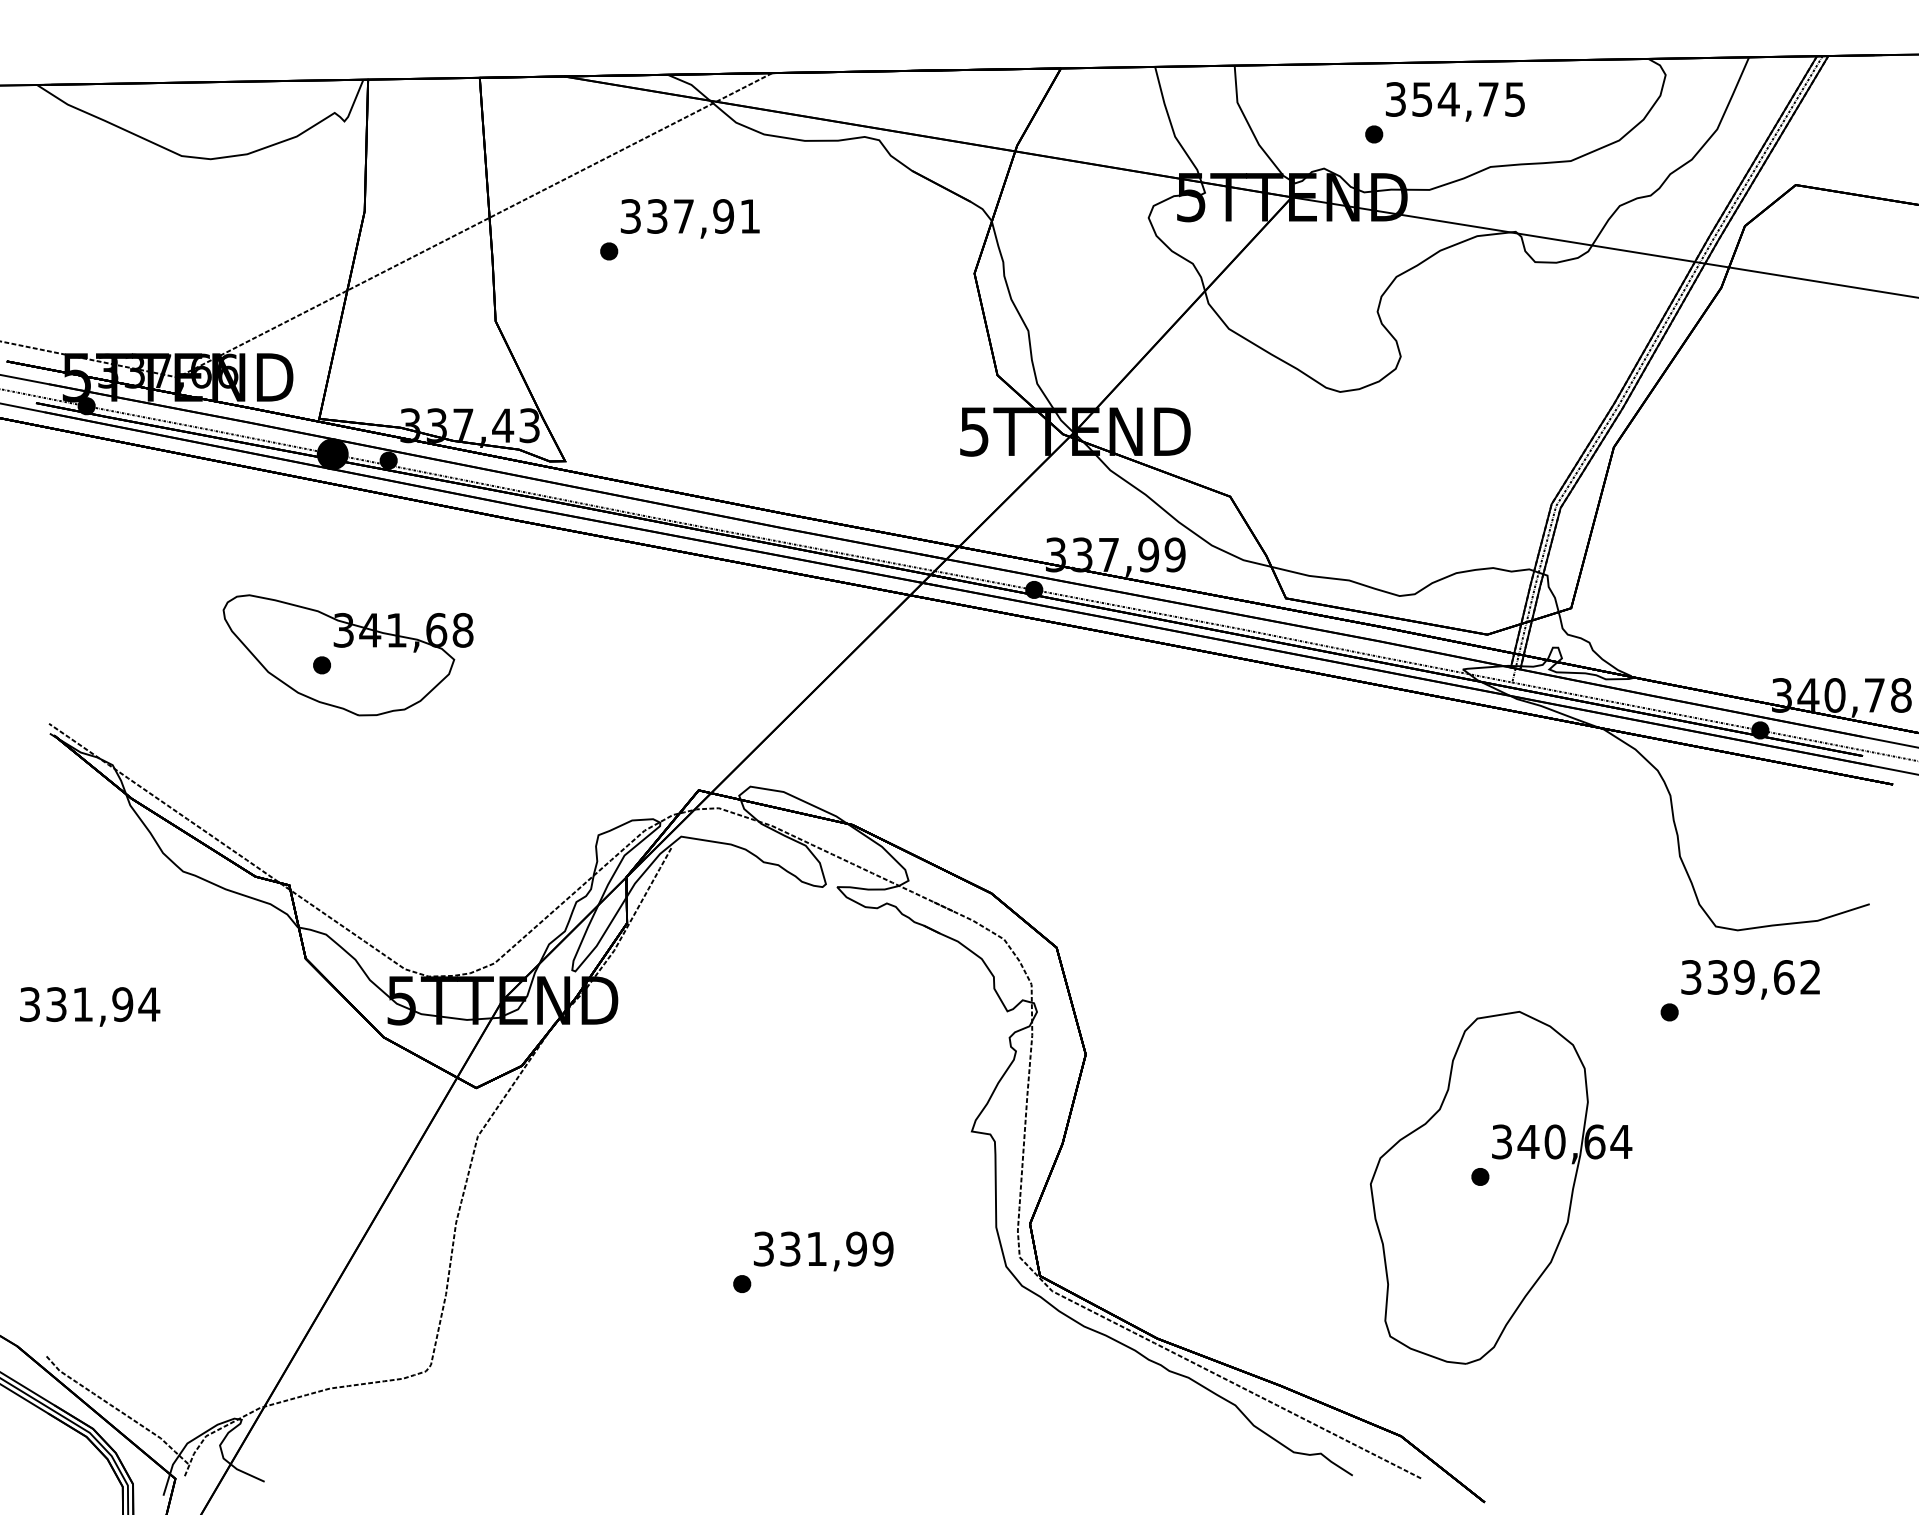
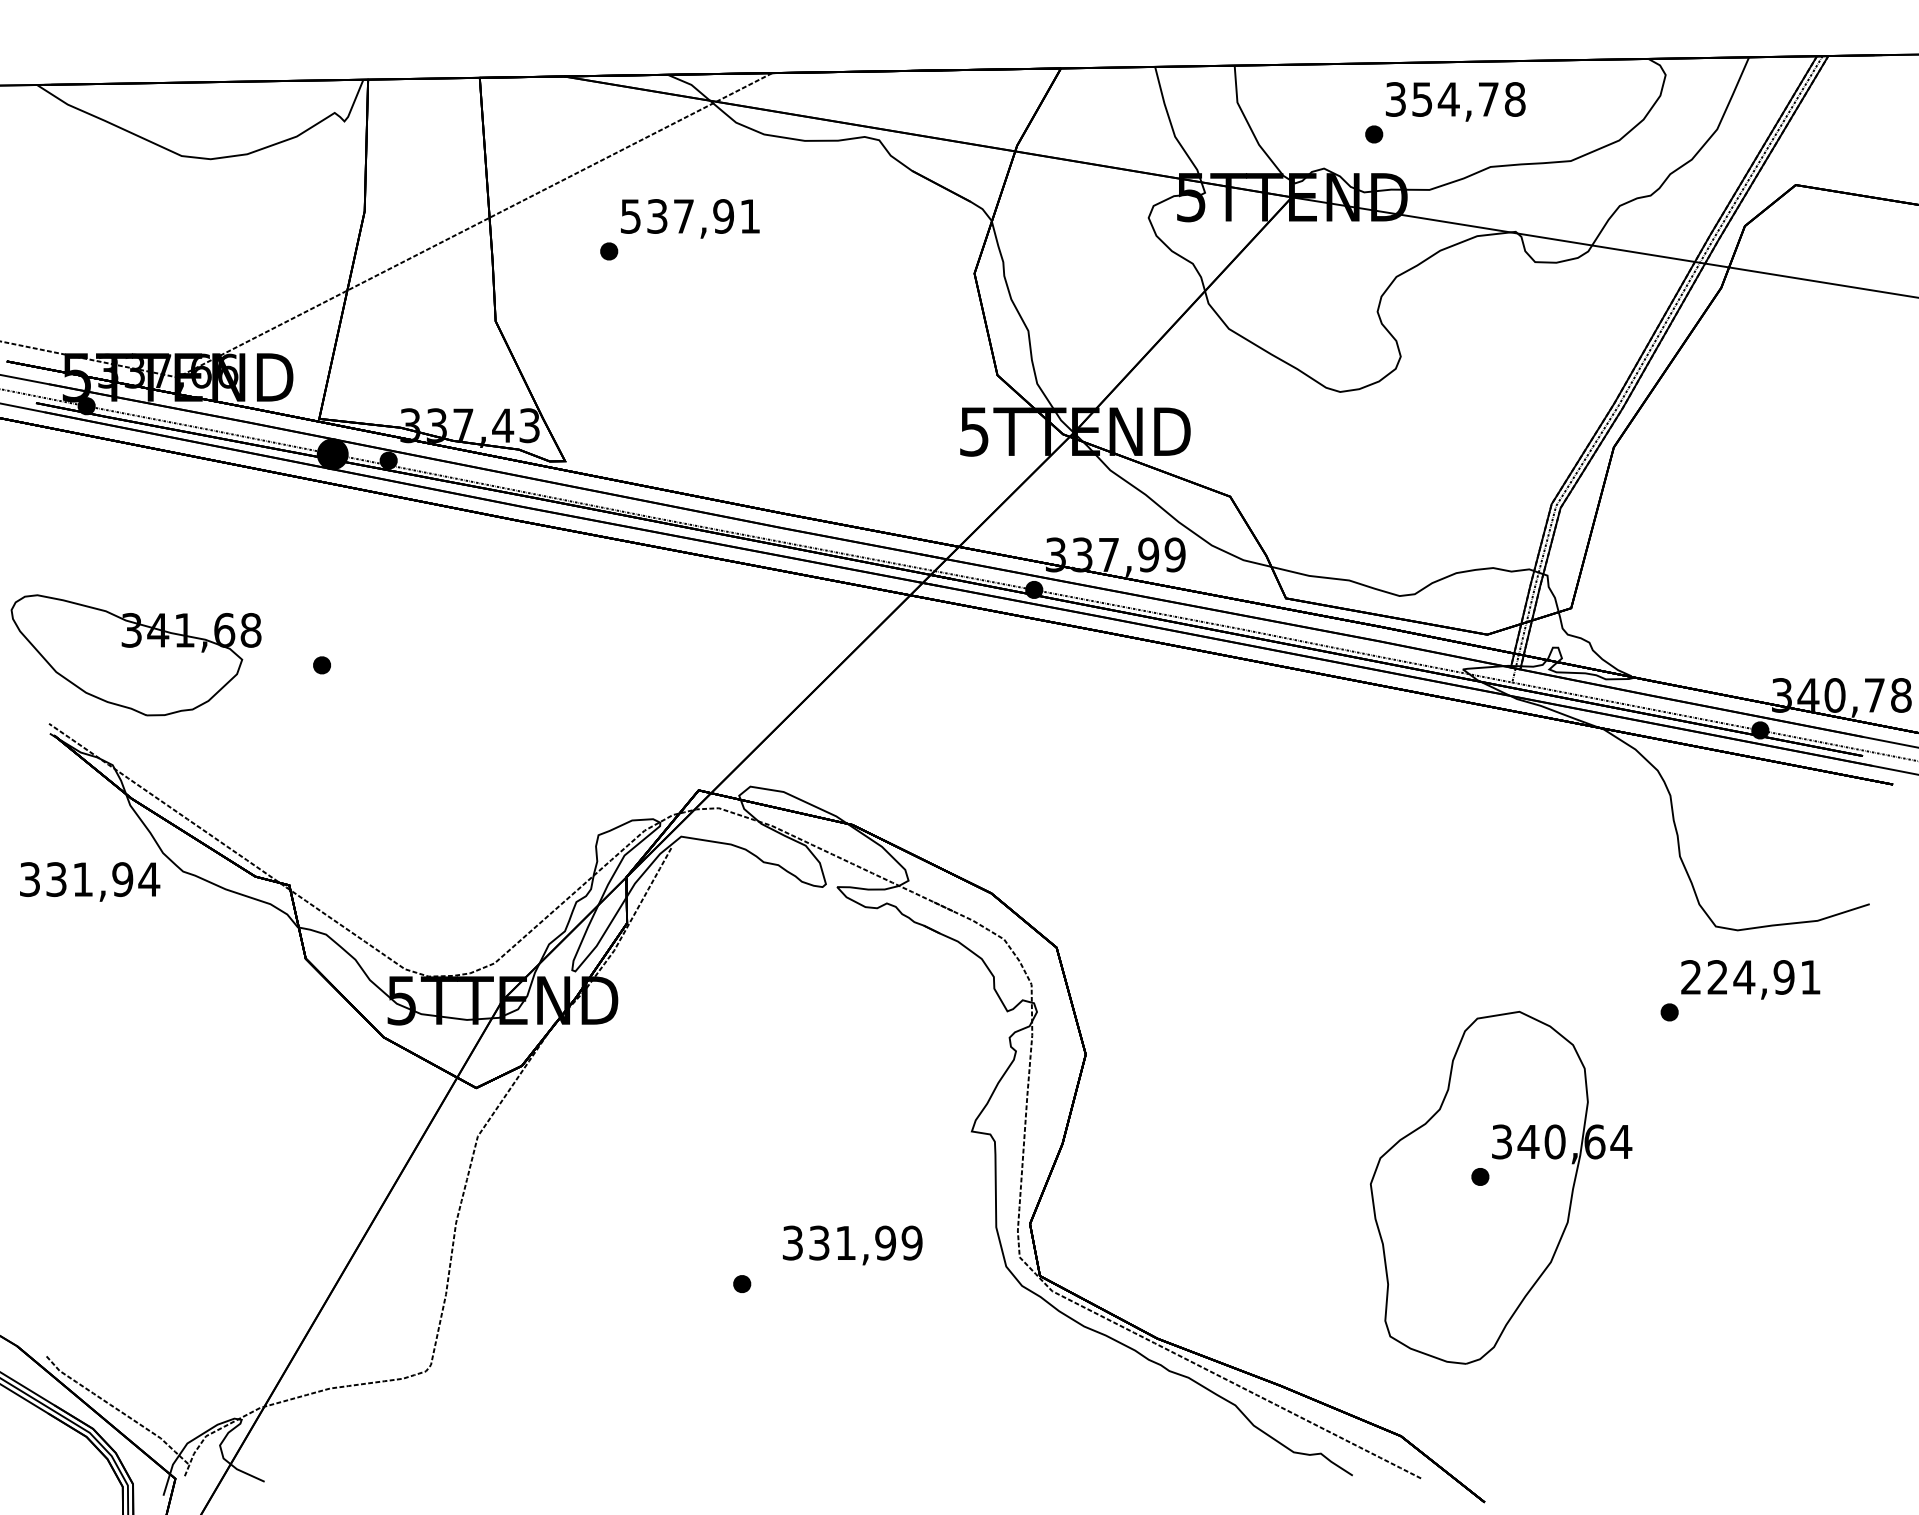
text at (1514, 99): 354,75 -> 354,78
text at (630, 216): 337,91 -> 537,91
part at (347, 655) position: (347, 655) -> (135, 655)
text at (1750, 977): 339,62 -> 224,91
text at (90, 1006) position: (90, 1006) -> (90, 881)
text at (823, 1251) position: (823, 1251) -> (852, 1245)
